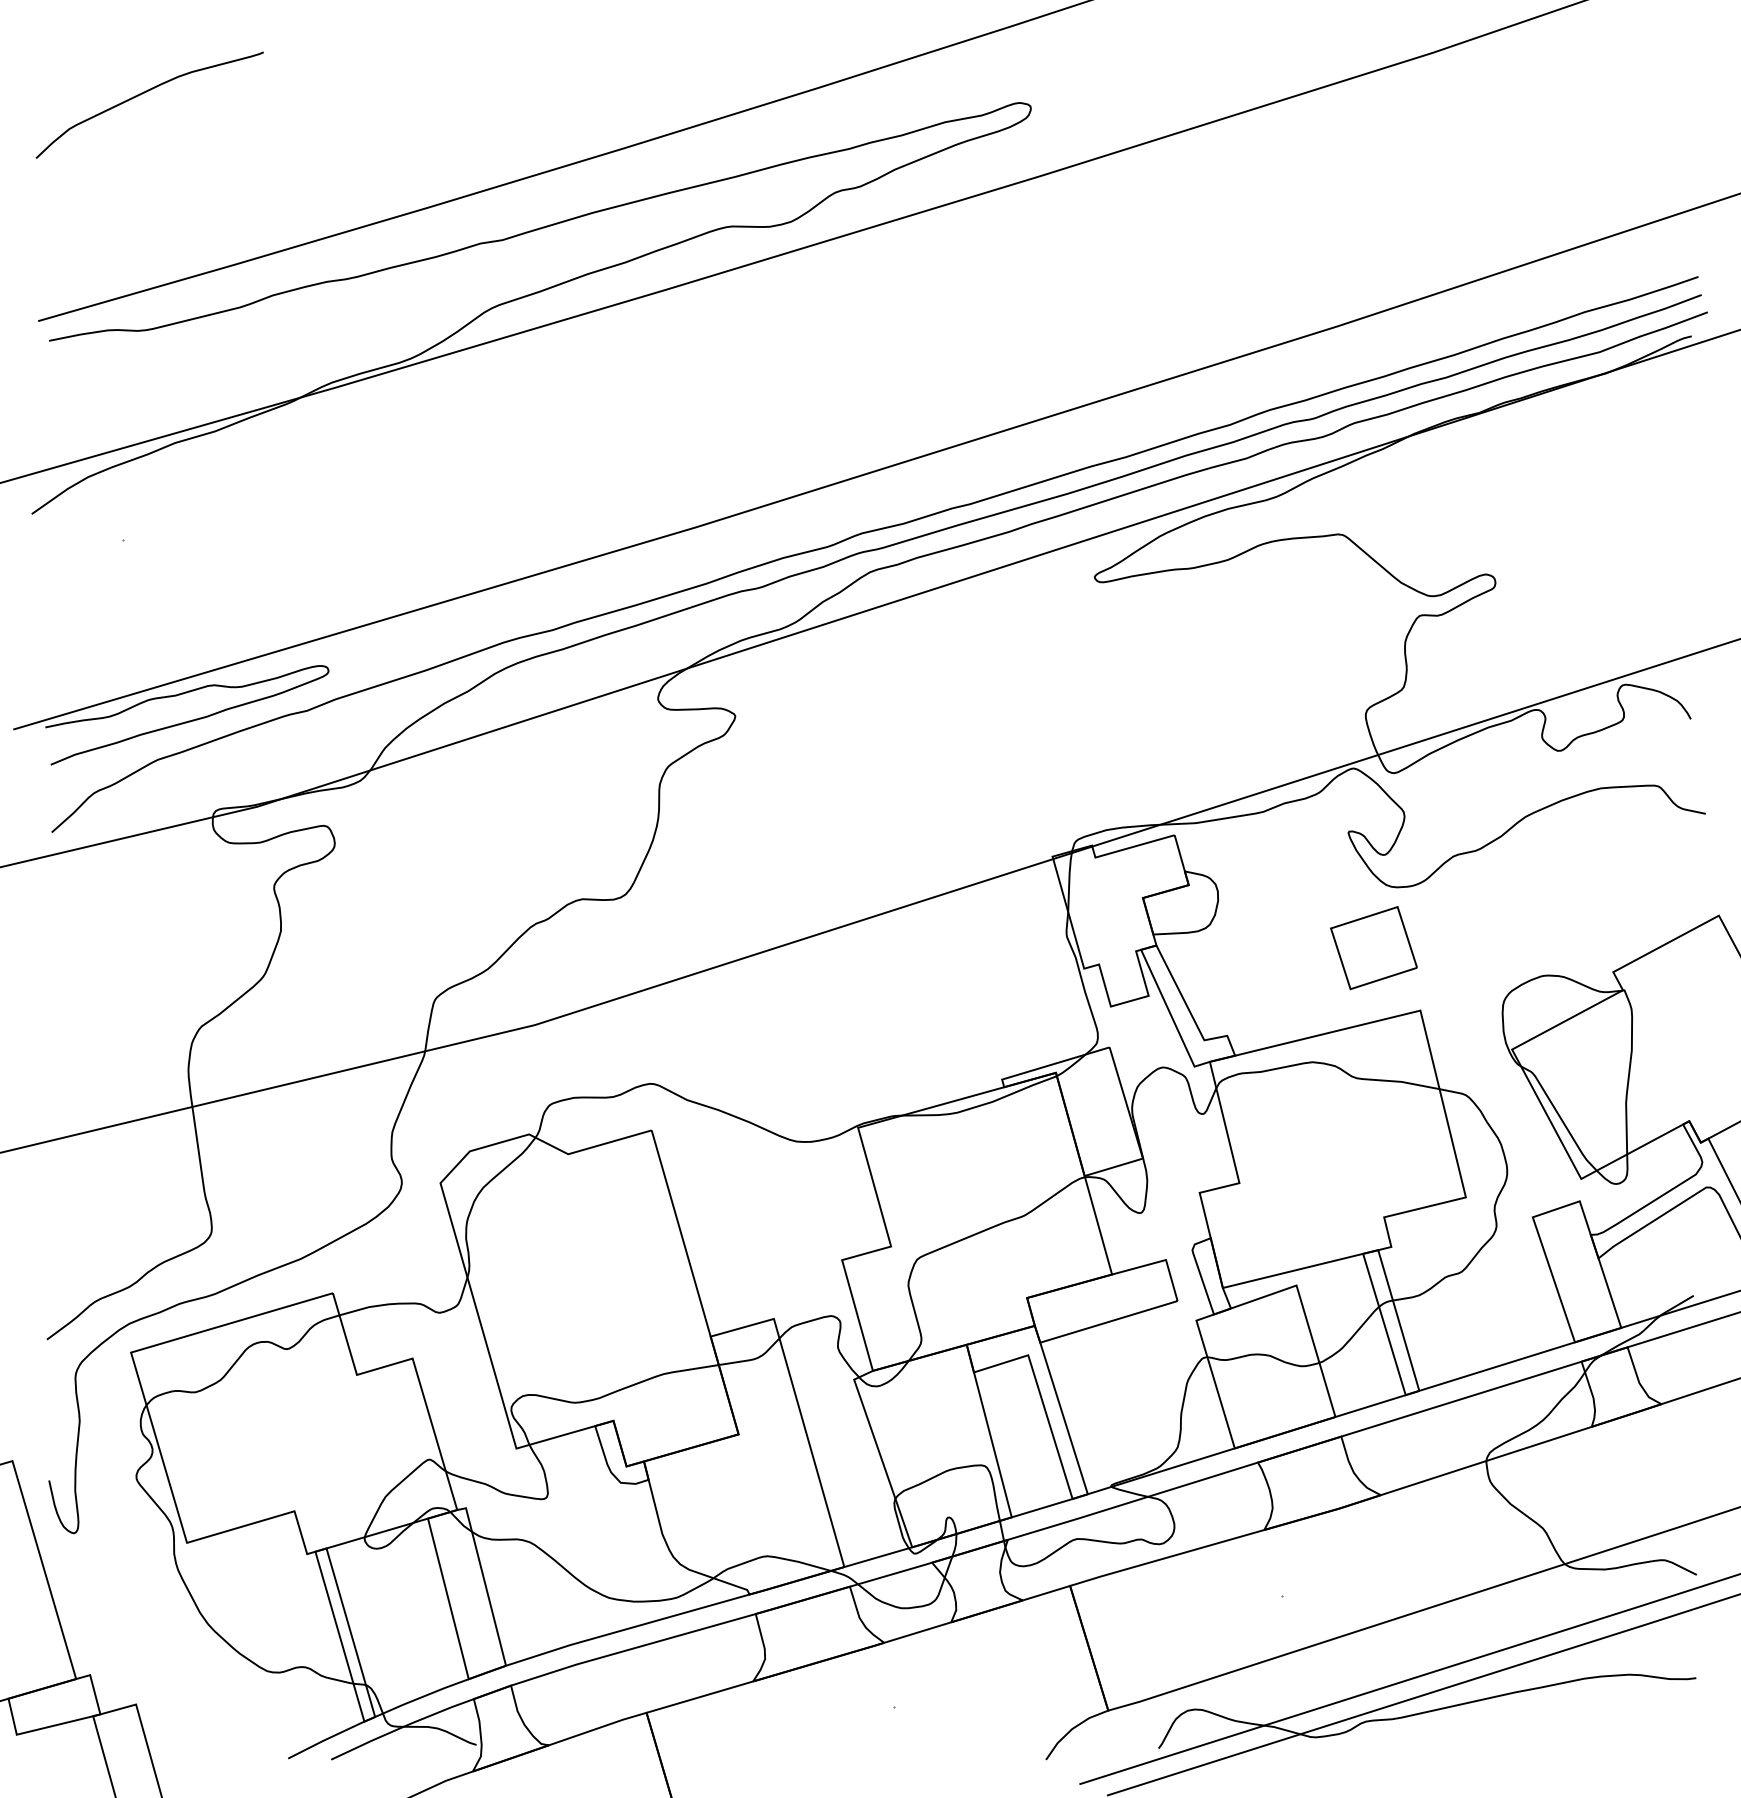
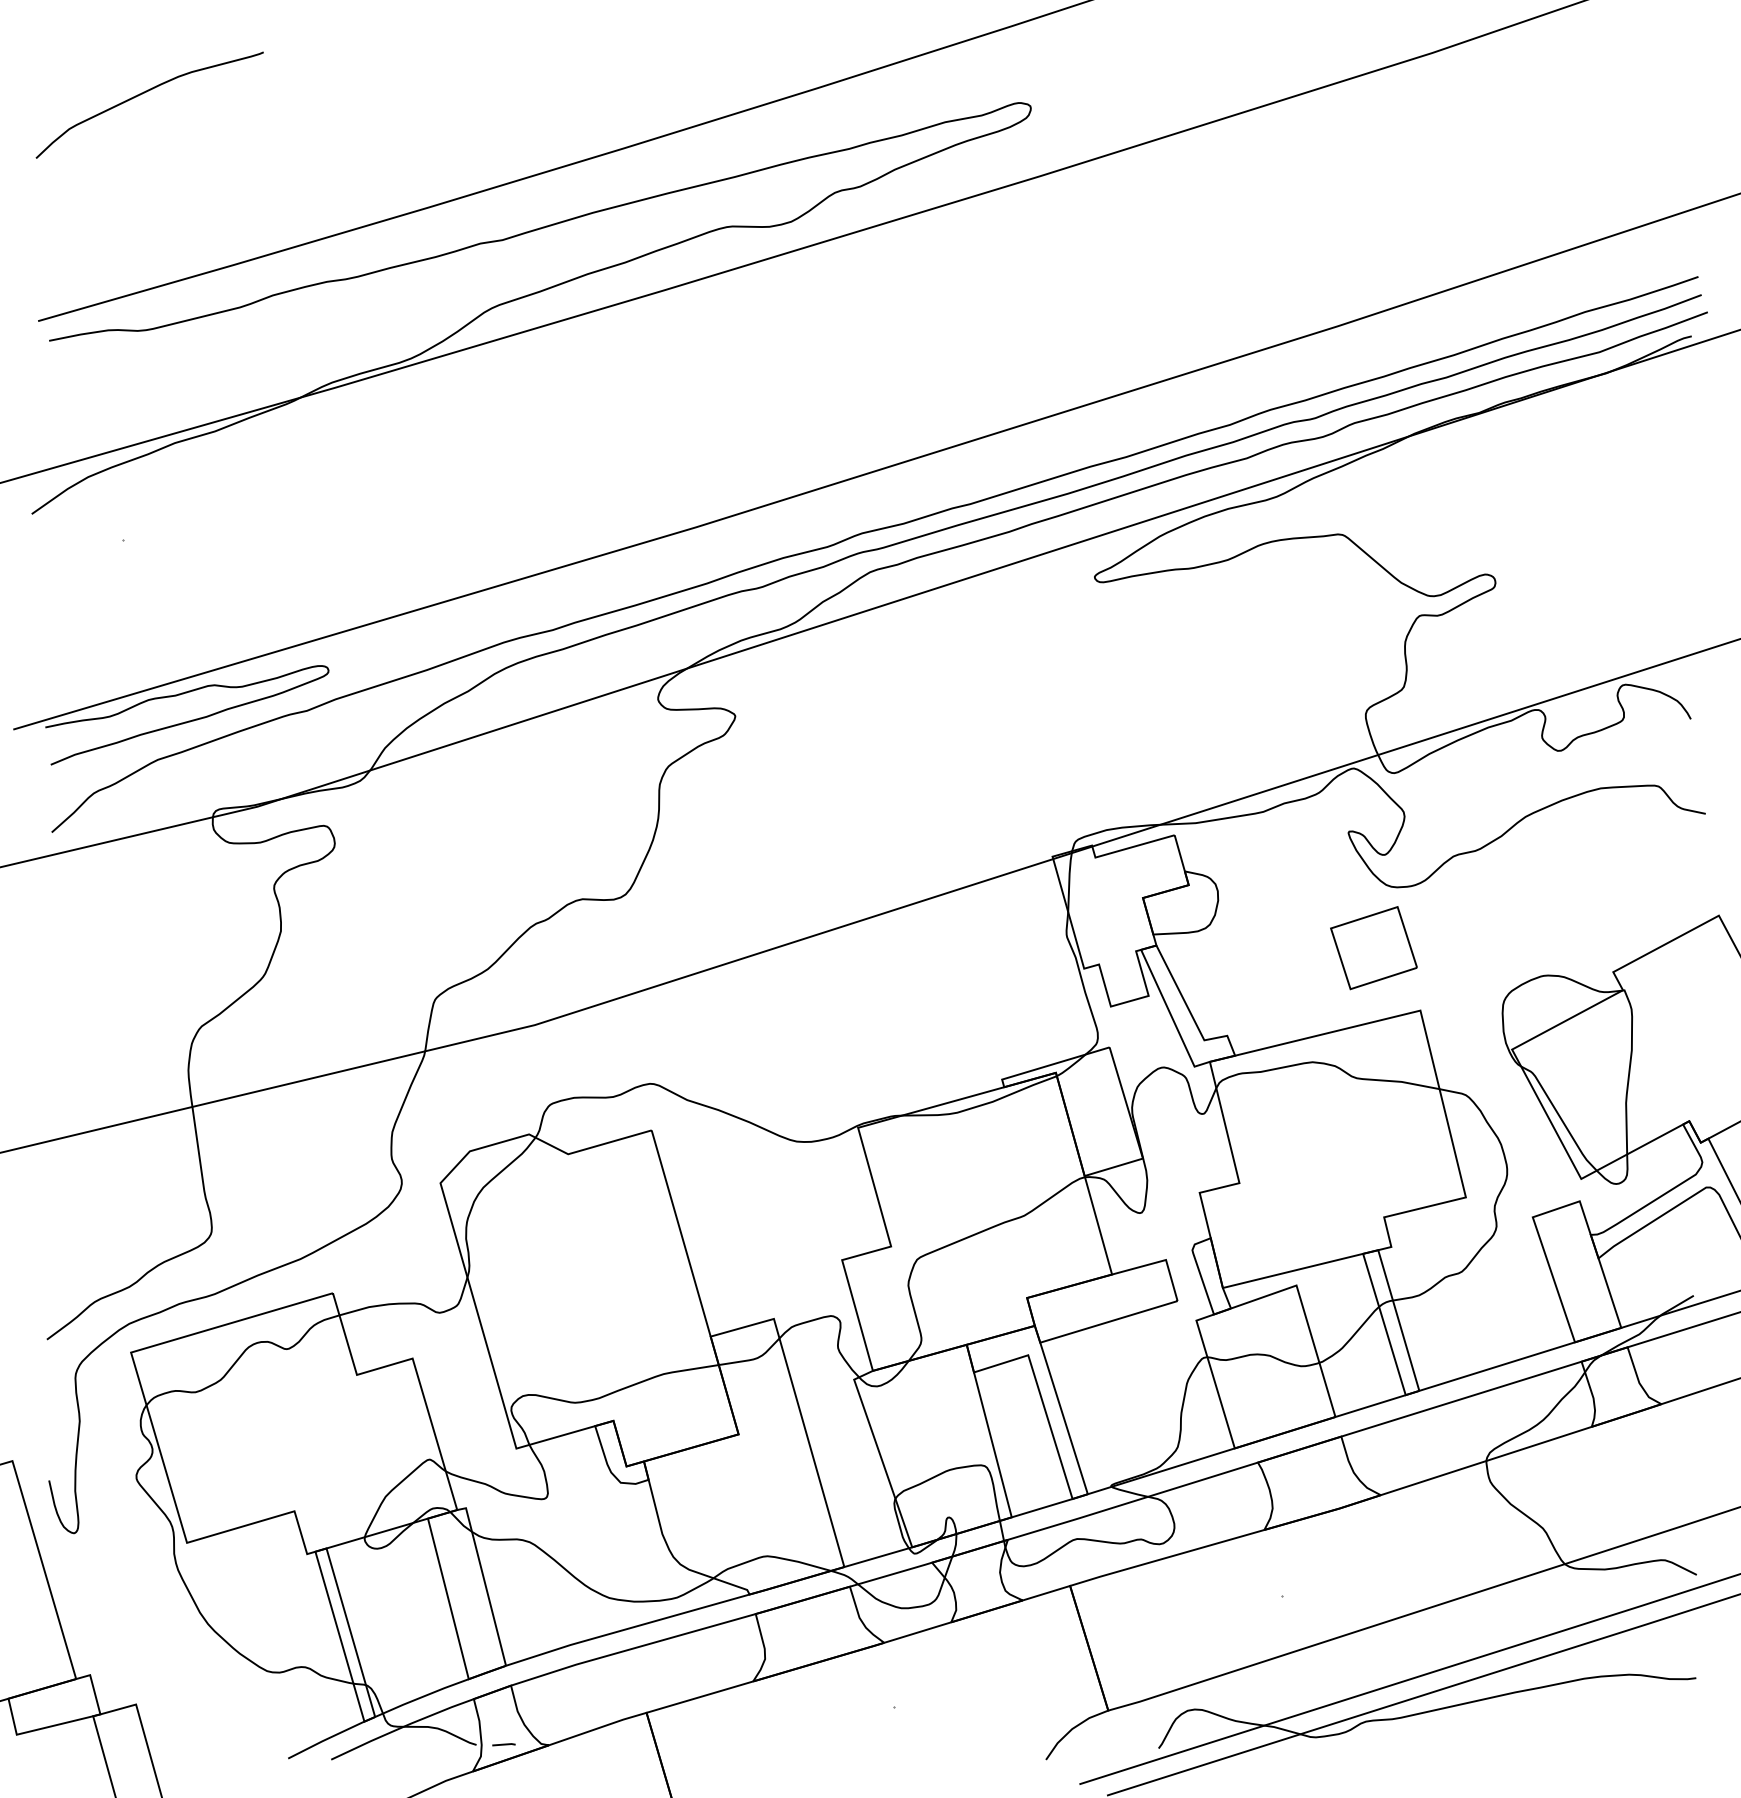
line at (503, 1744): none -> present
